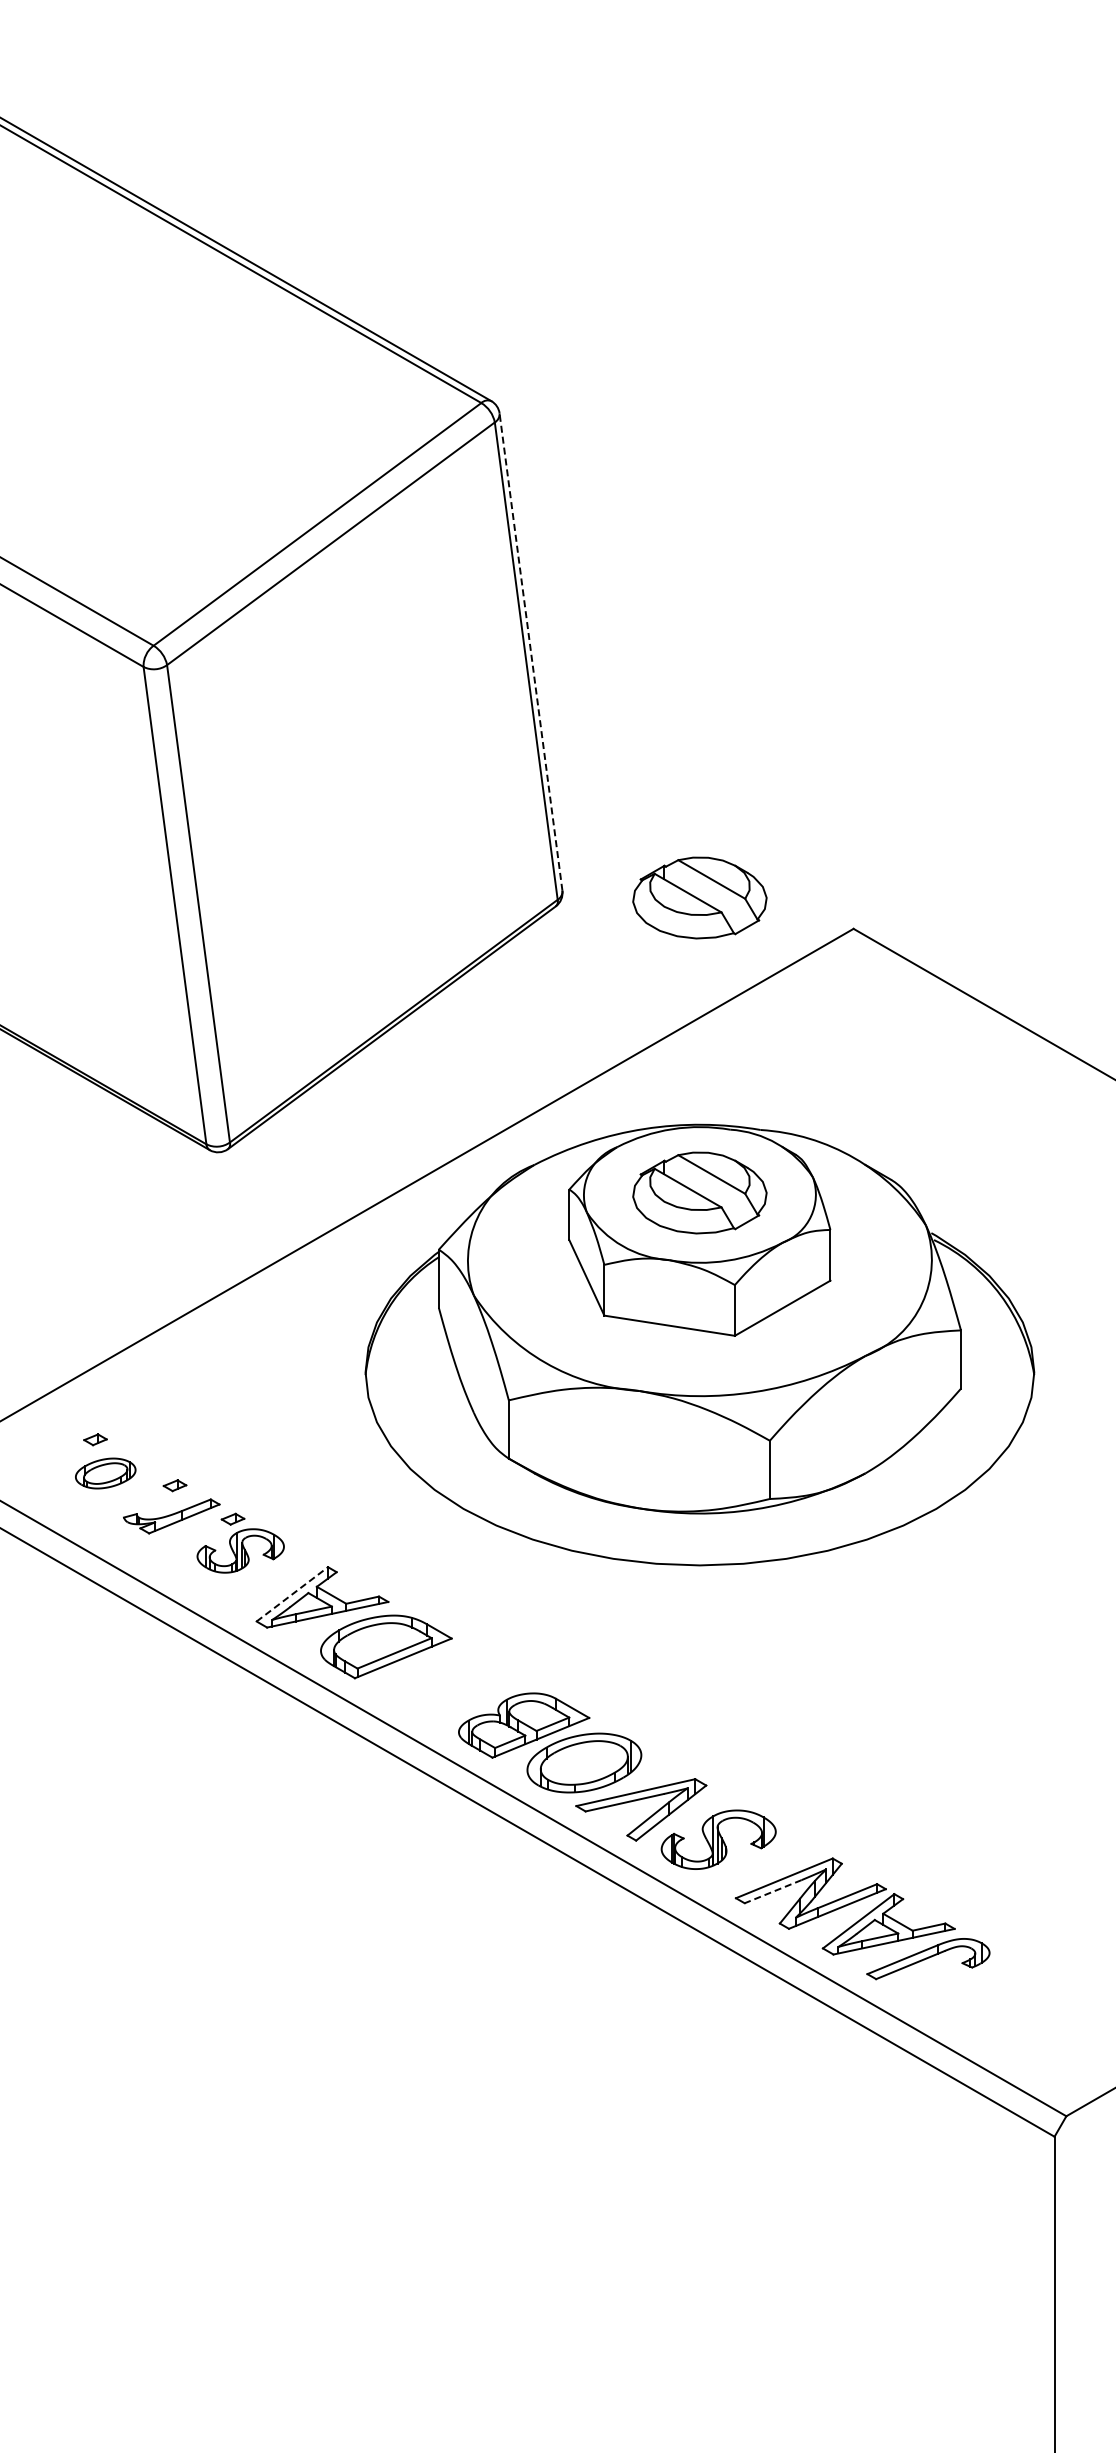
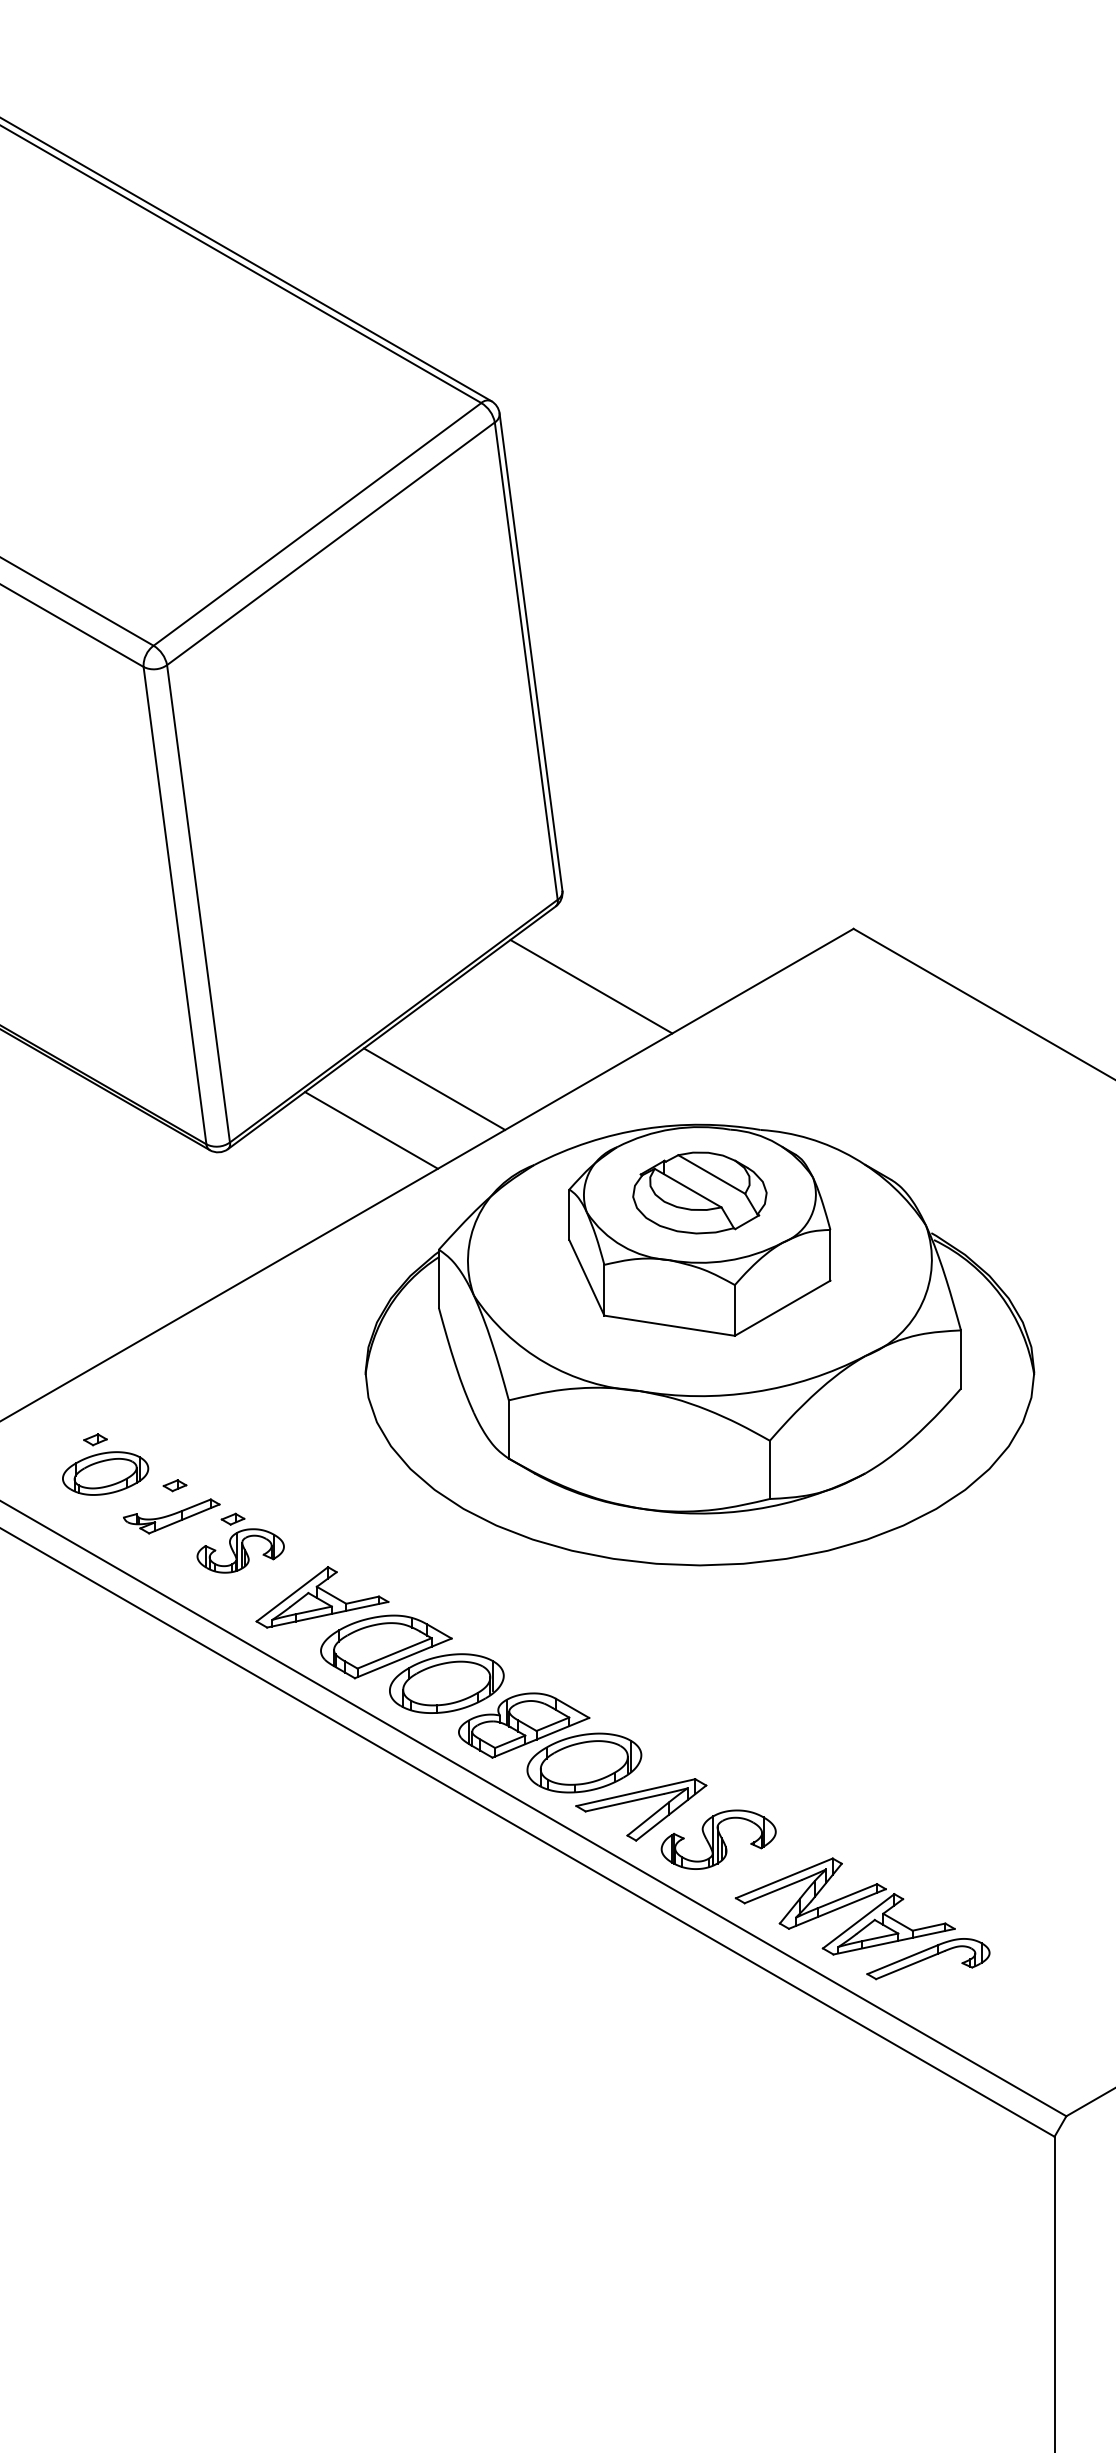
line at (531, 652): dashed -> solid
part at (699, 897): present -> none
line at (591, 986): none -> present
line at (434, 1088): none -> present
line at (371, 1130): none -> present
part at (105, 1473) size: 62x33 px -> 88x45 px
line at (292, 1594): dashed -> solid
part at (446, 1683): none -> present
line at (773, 1891): dashed -> solid
